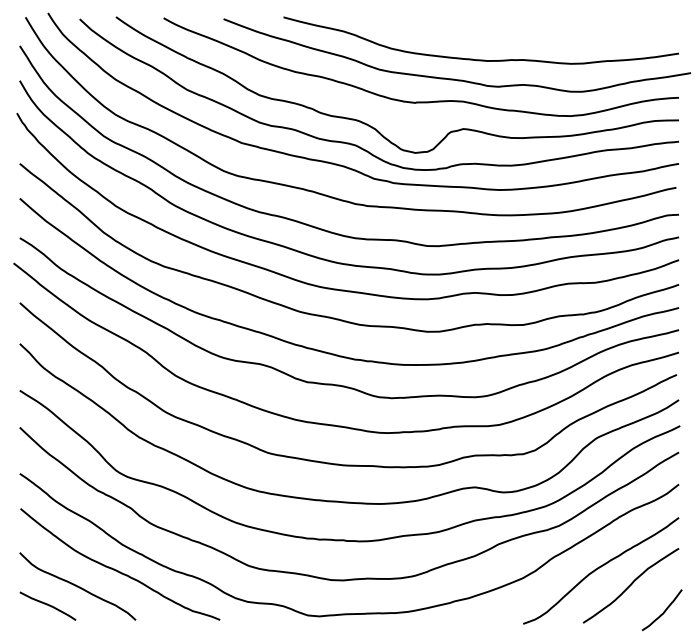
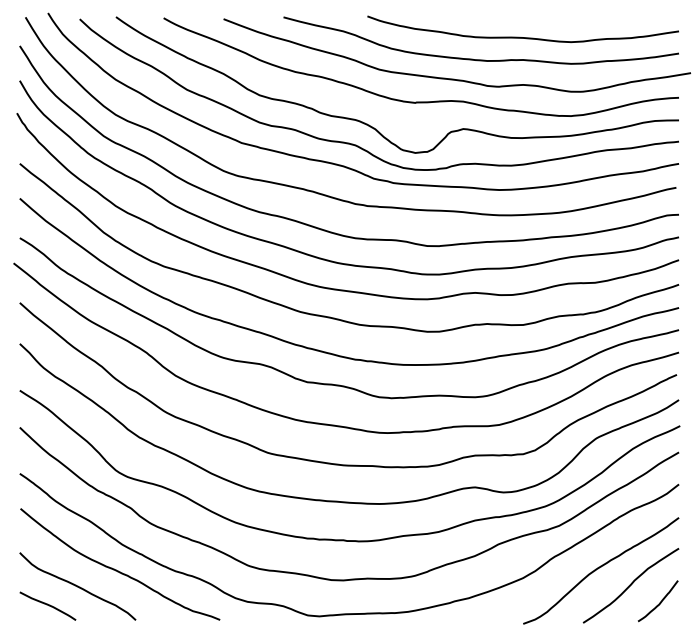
curve at (519, 36): none -> present
curve at (663, 611) position: (663, 611) -> (659, 602)
